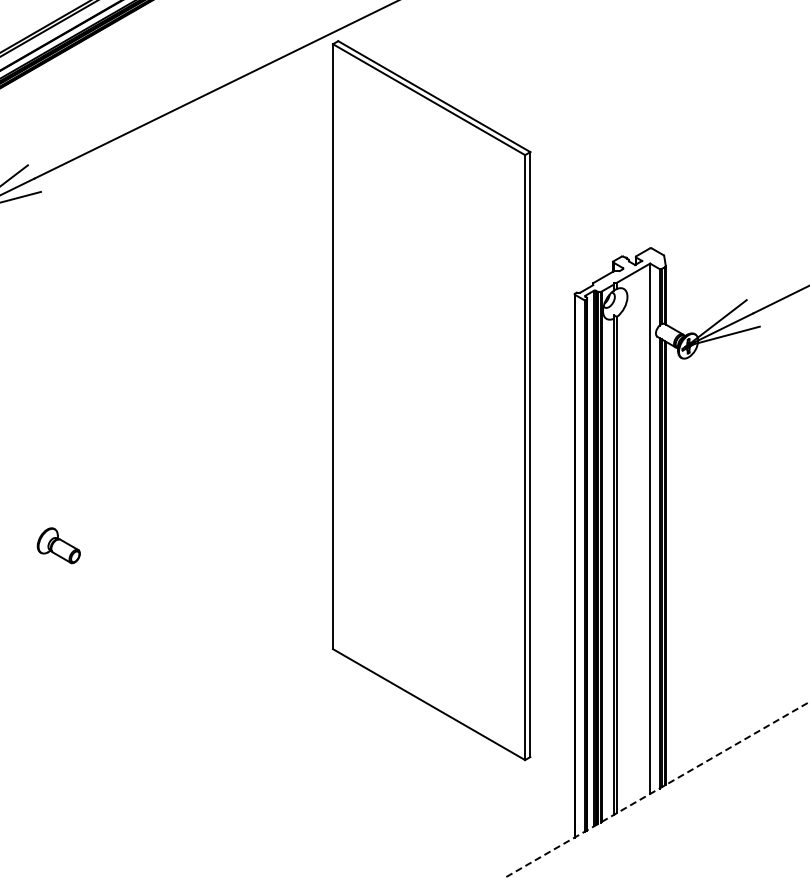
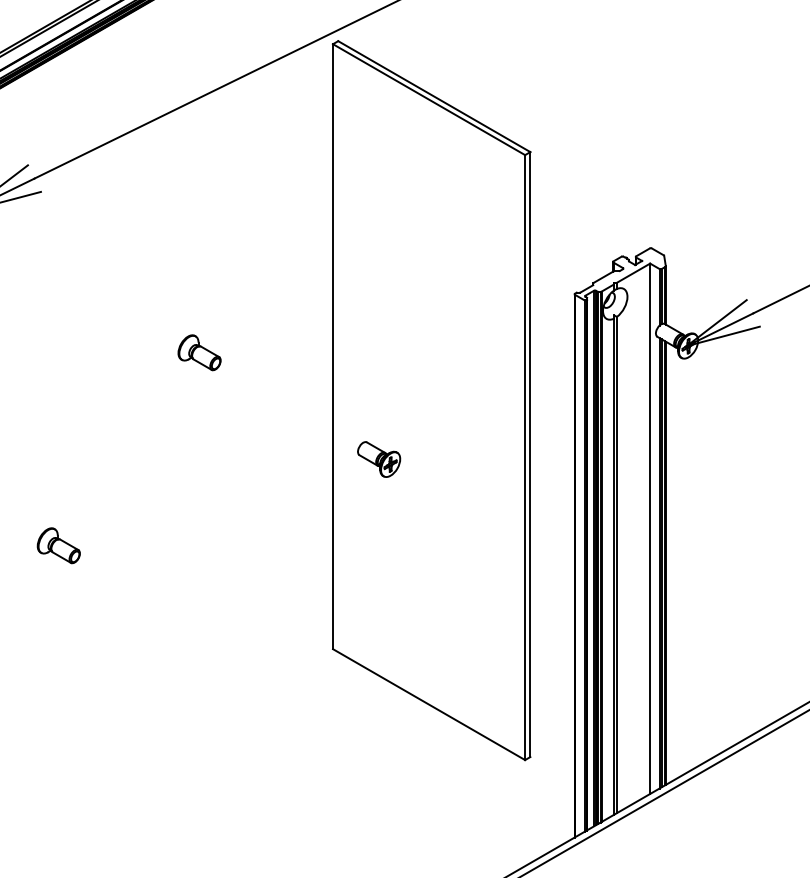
part at (199, 352): none -> present
part at (379, 459): none -> present
line at (657, 789): dashed -> solid
line at (665, 792): none -> present
